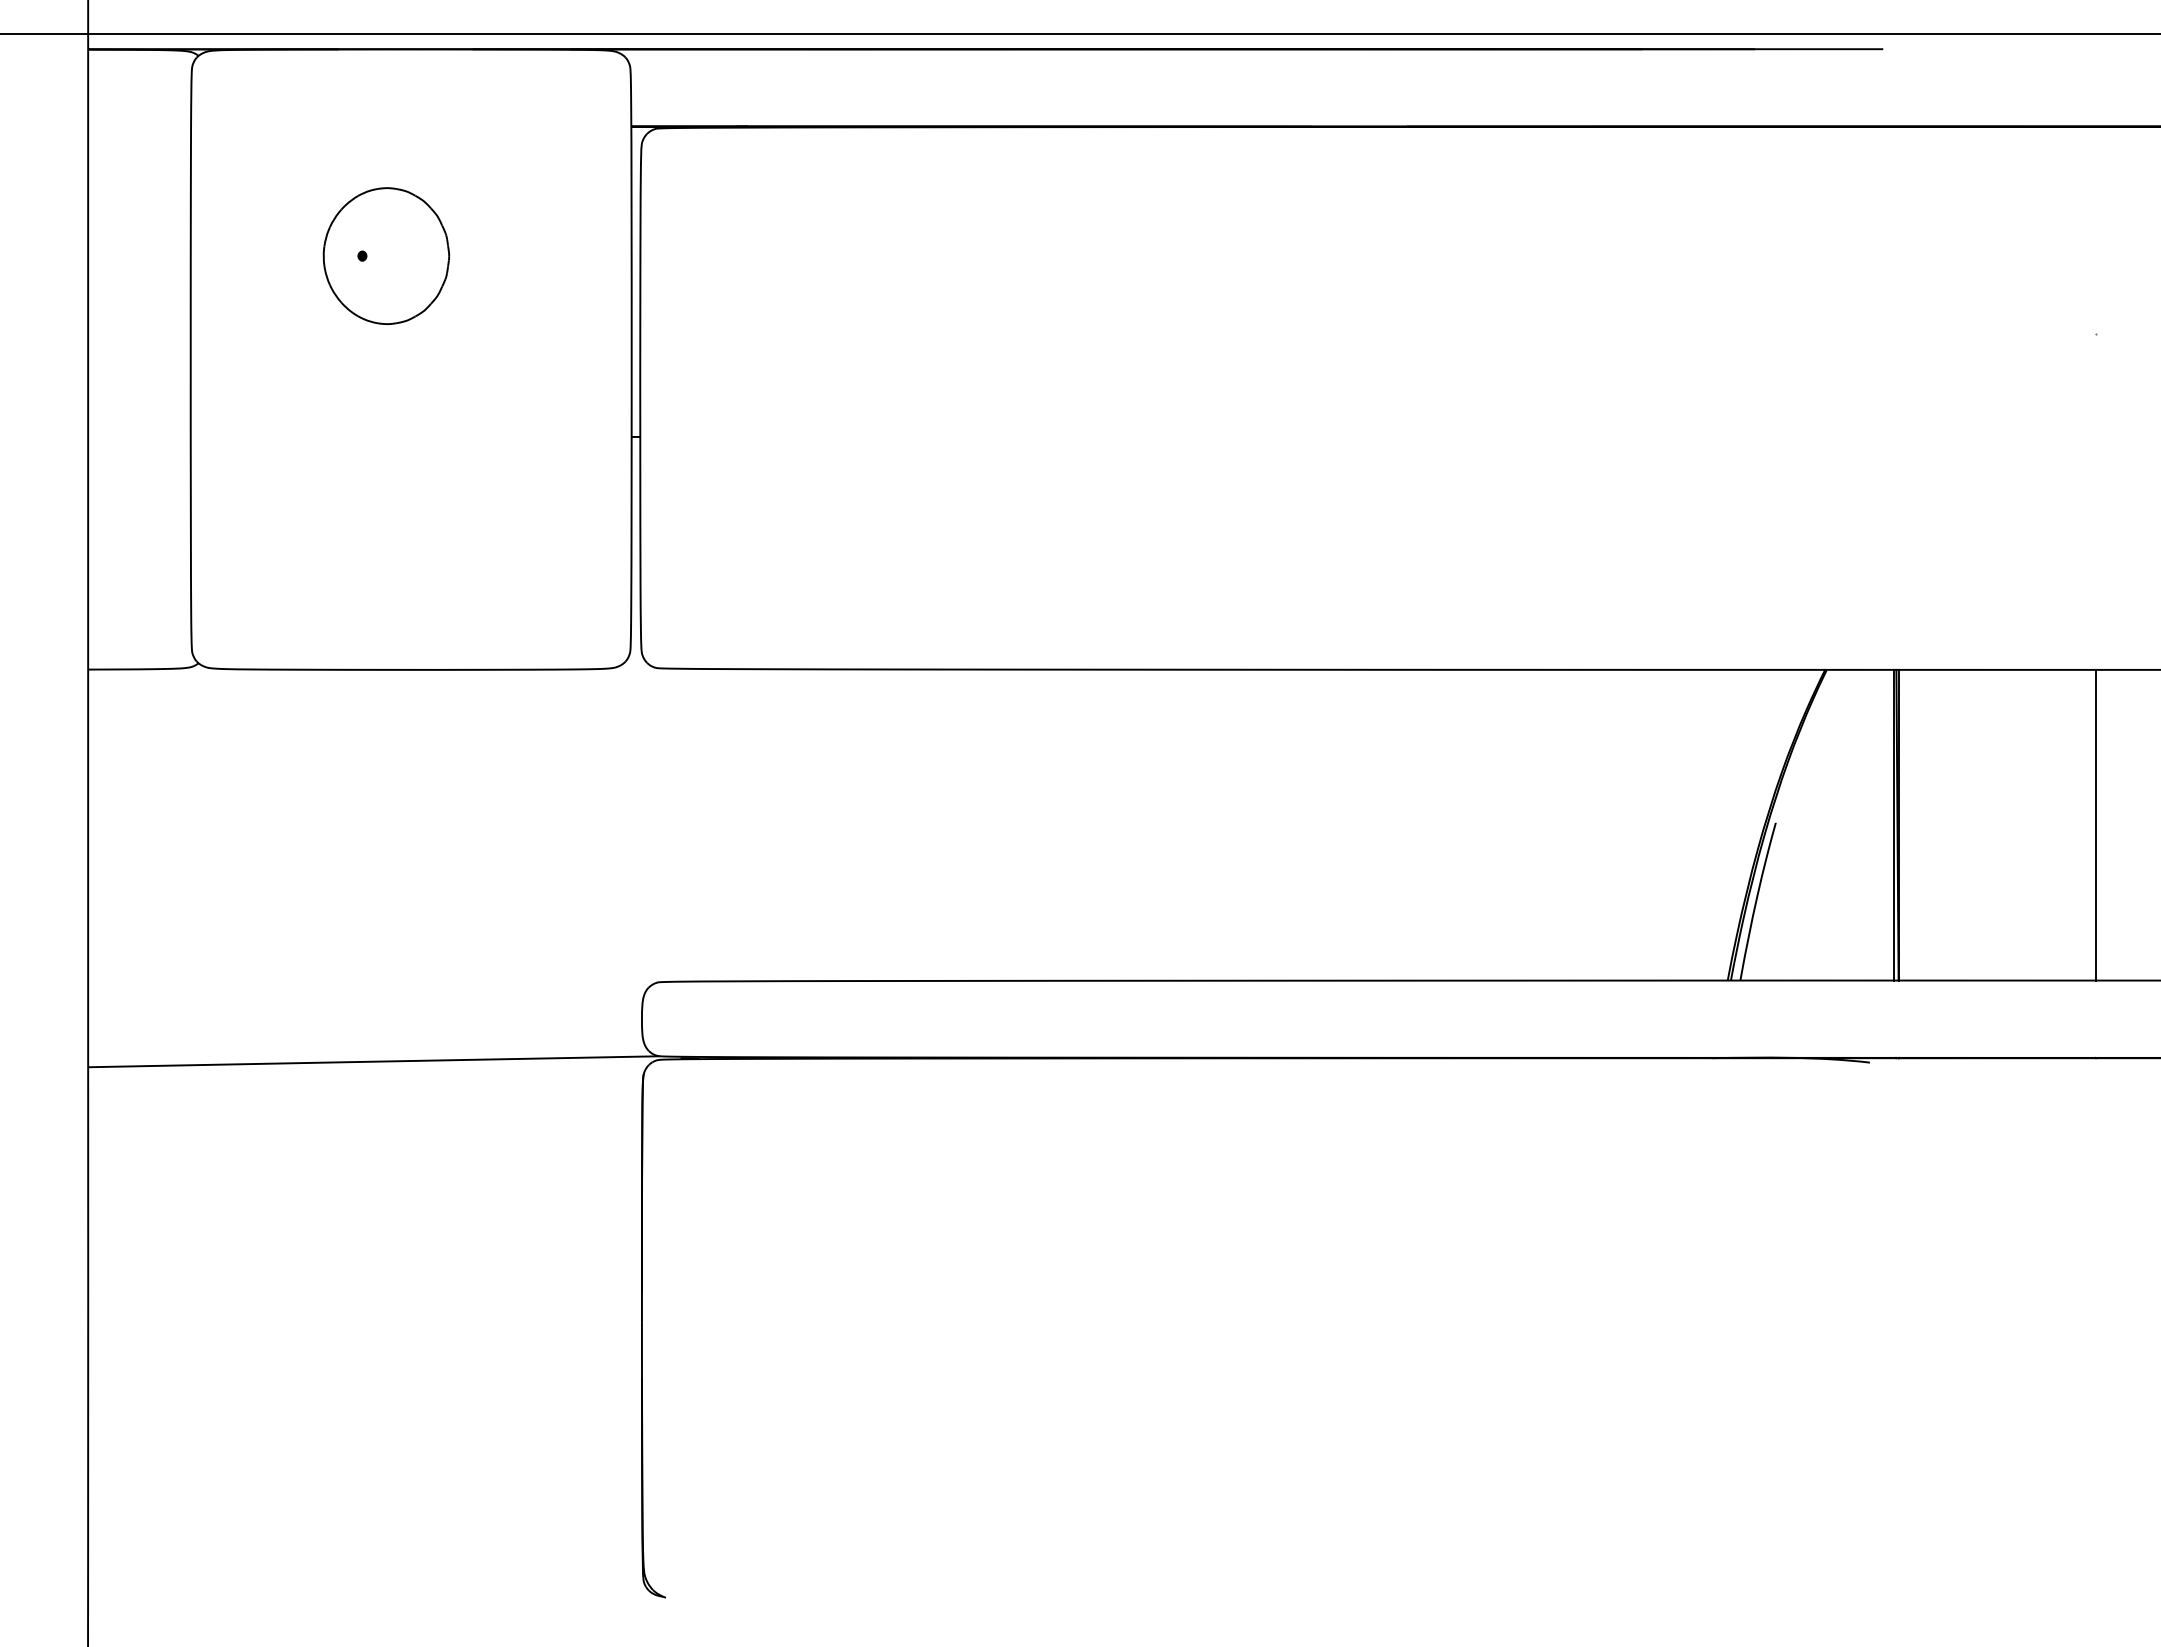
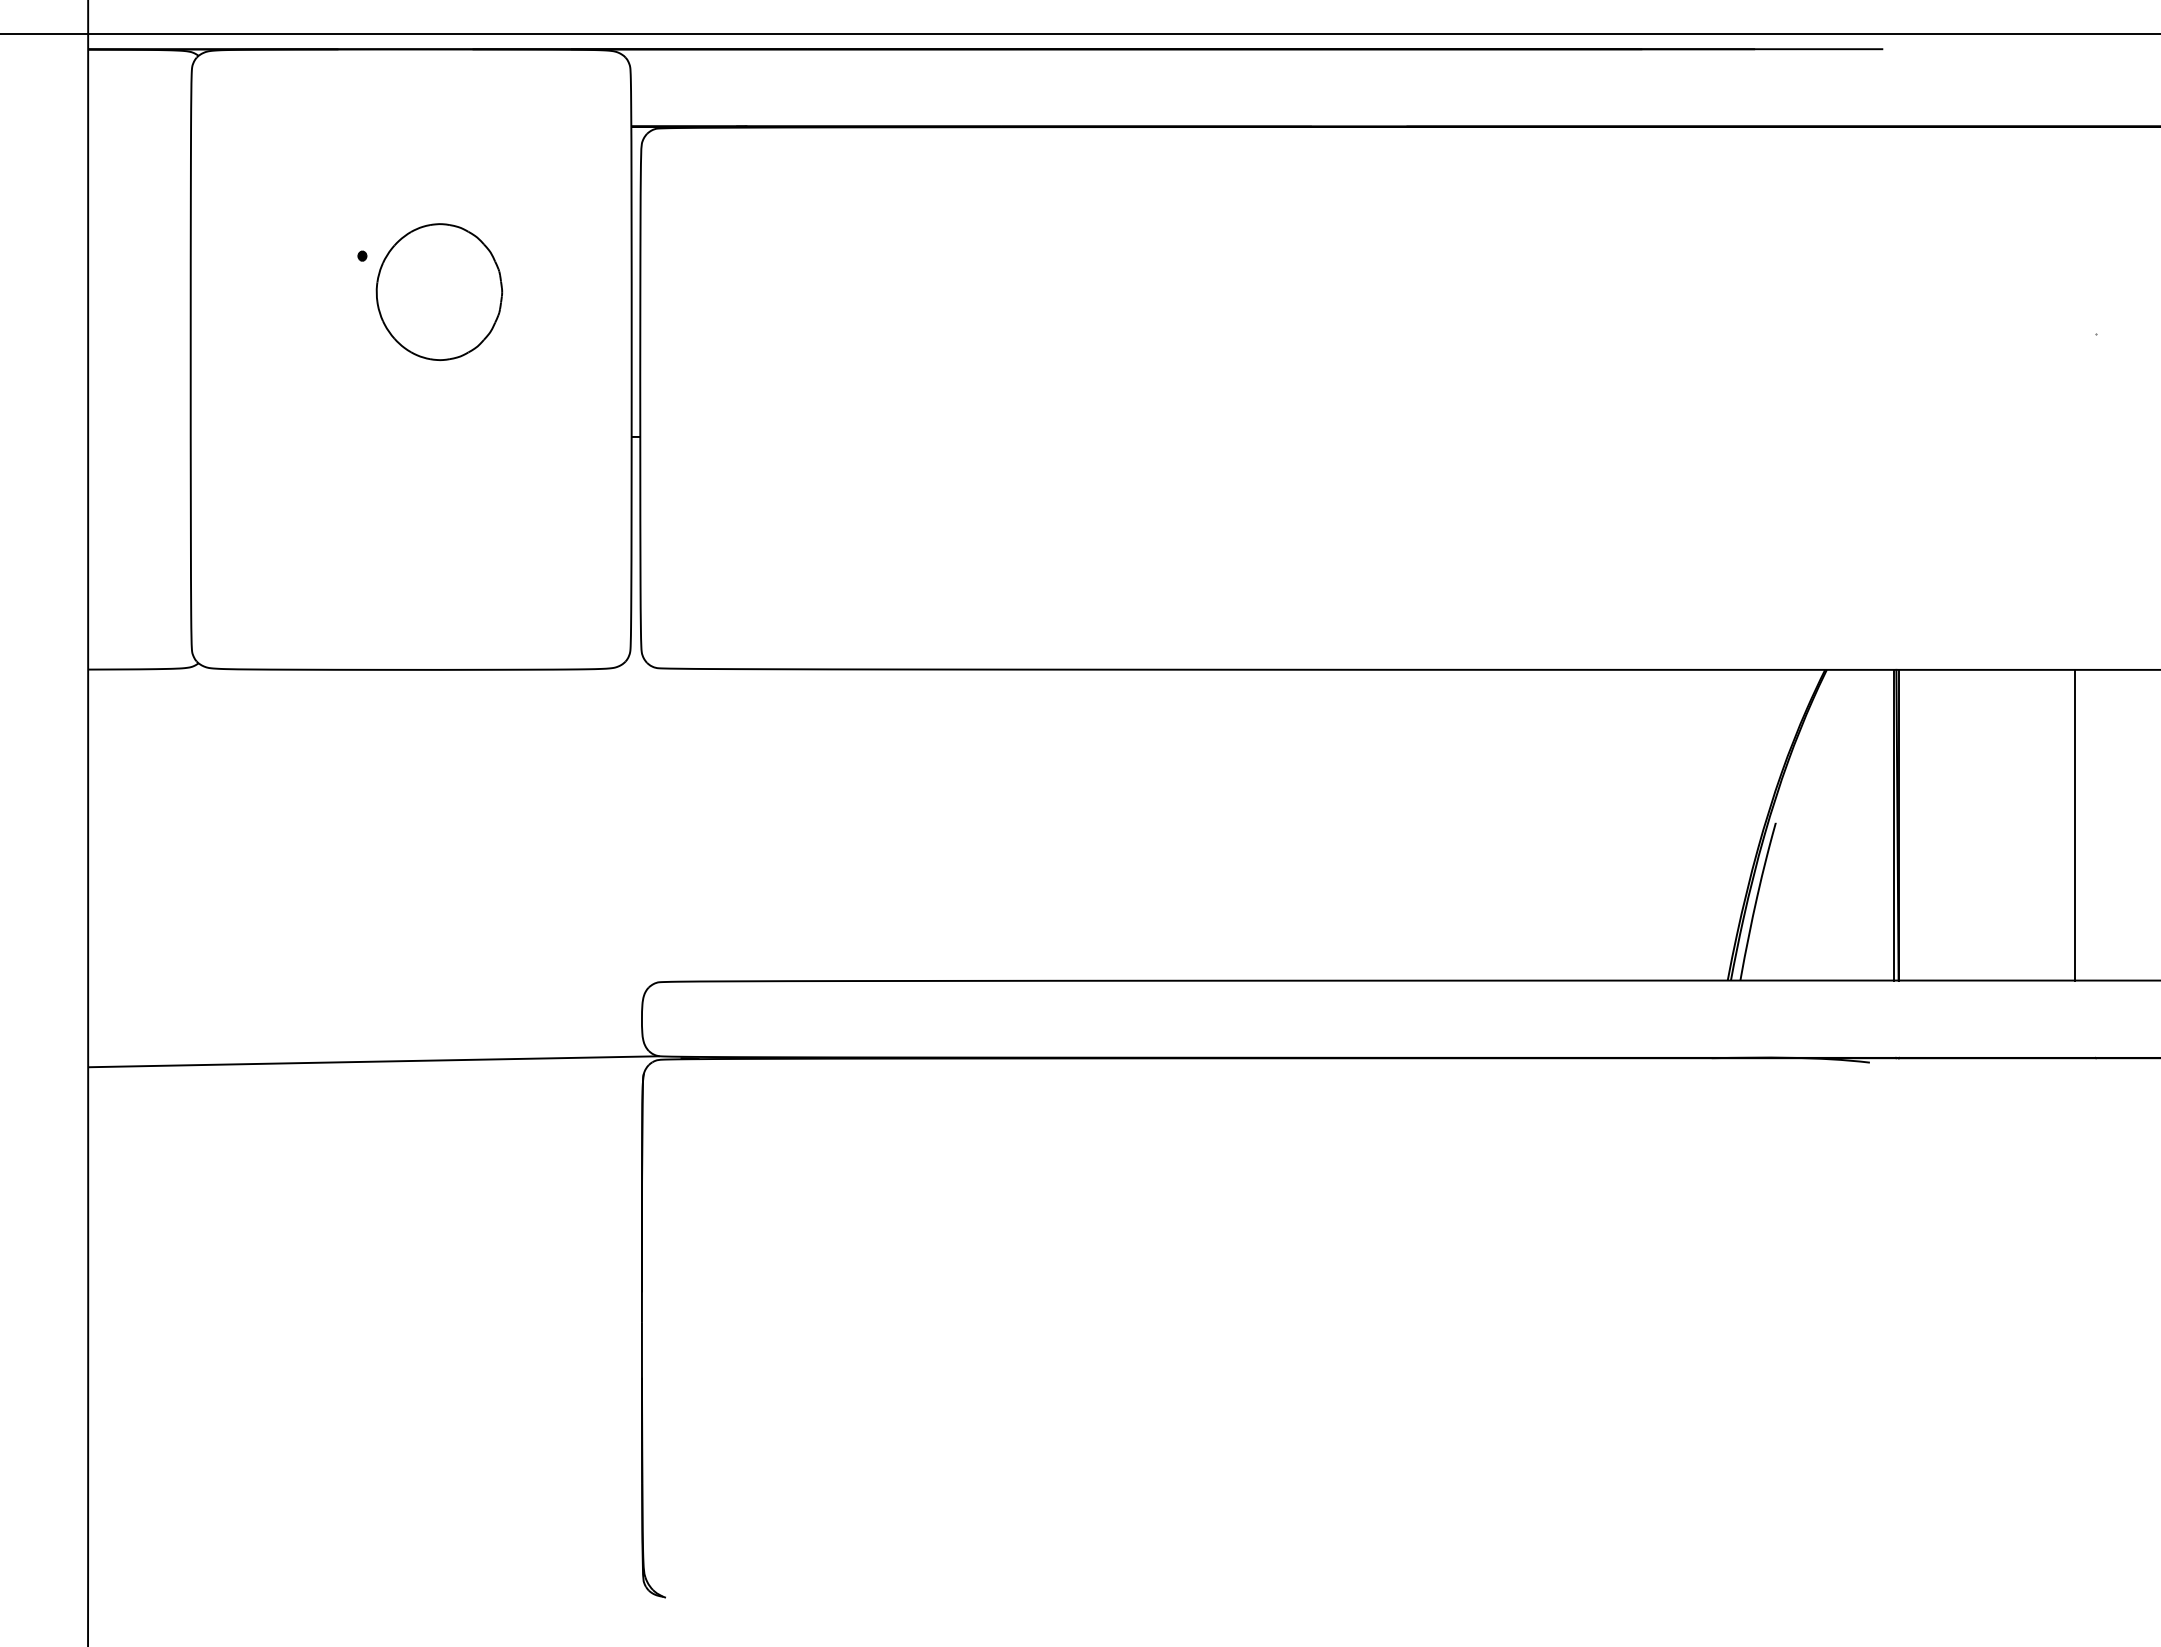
part at (386, 255) position: (386, 255) -> (439, 291)
line at (2095, 824) position: (2095, 824) -> (2074, 824)
